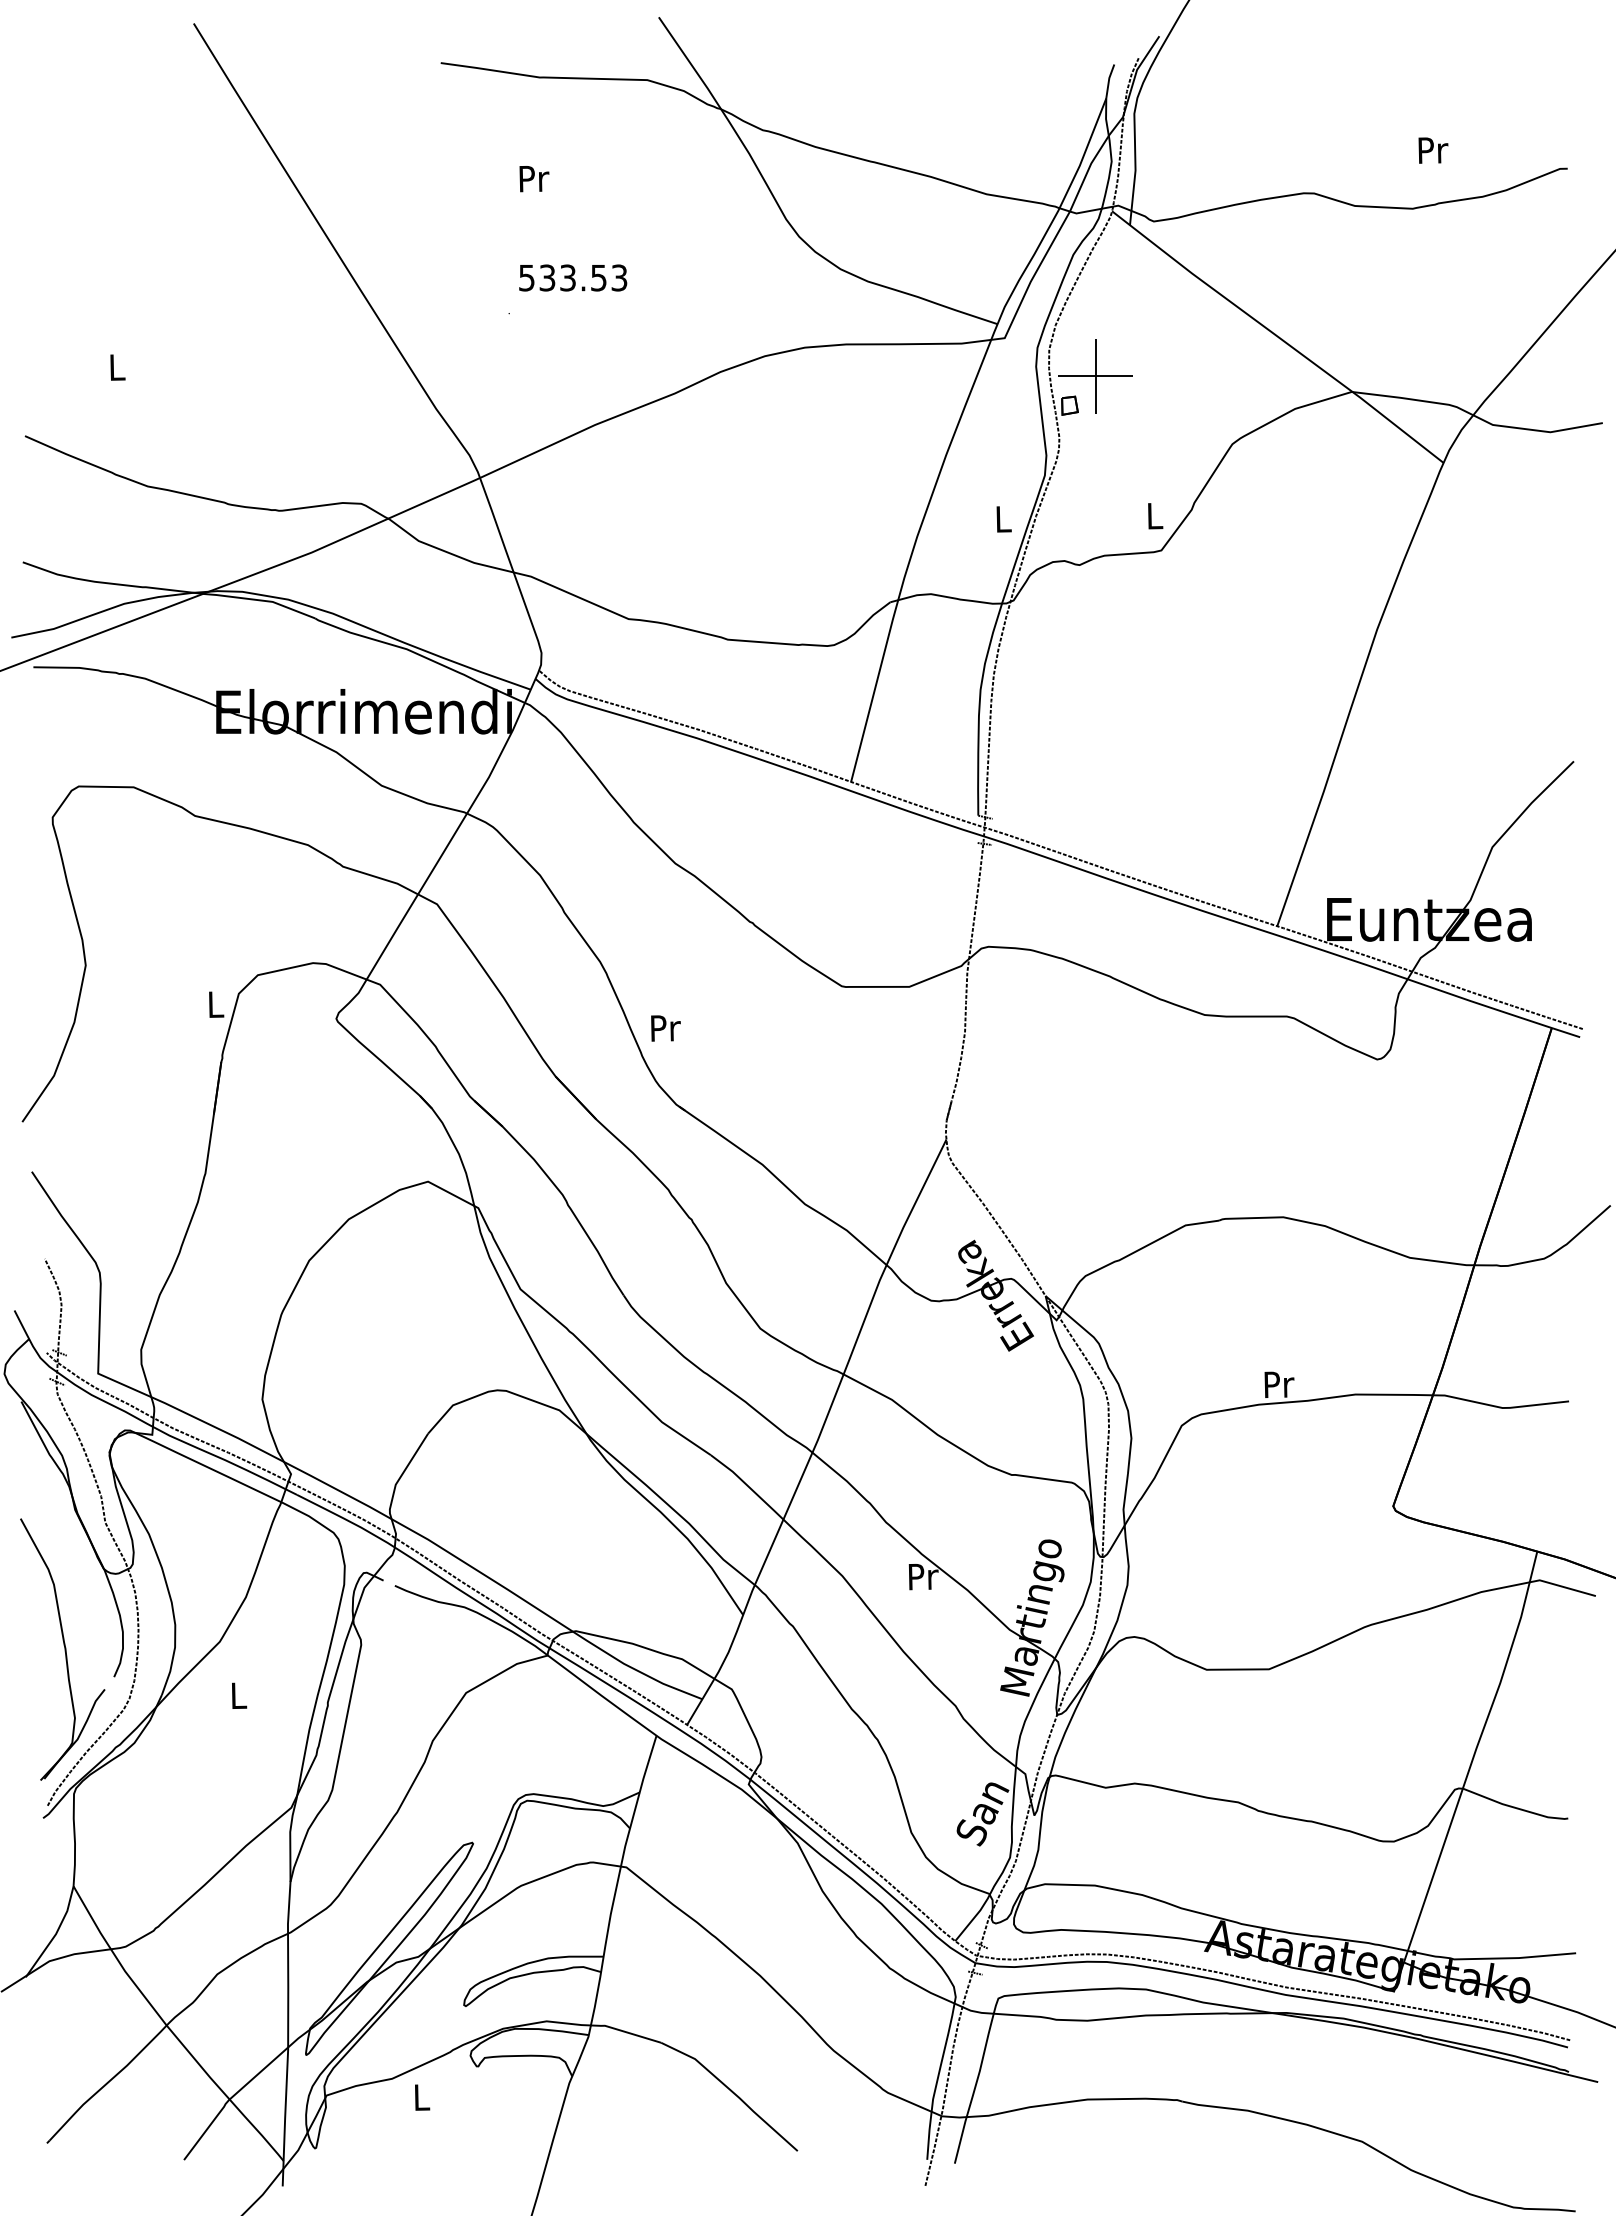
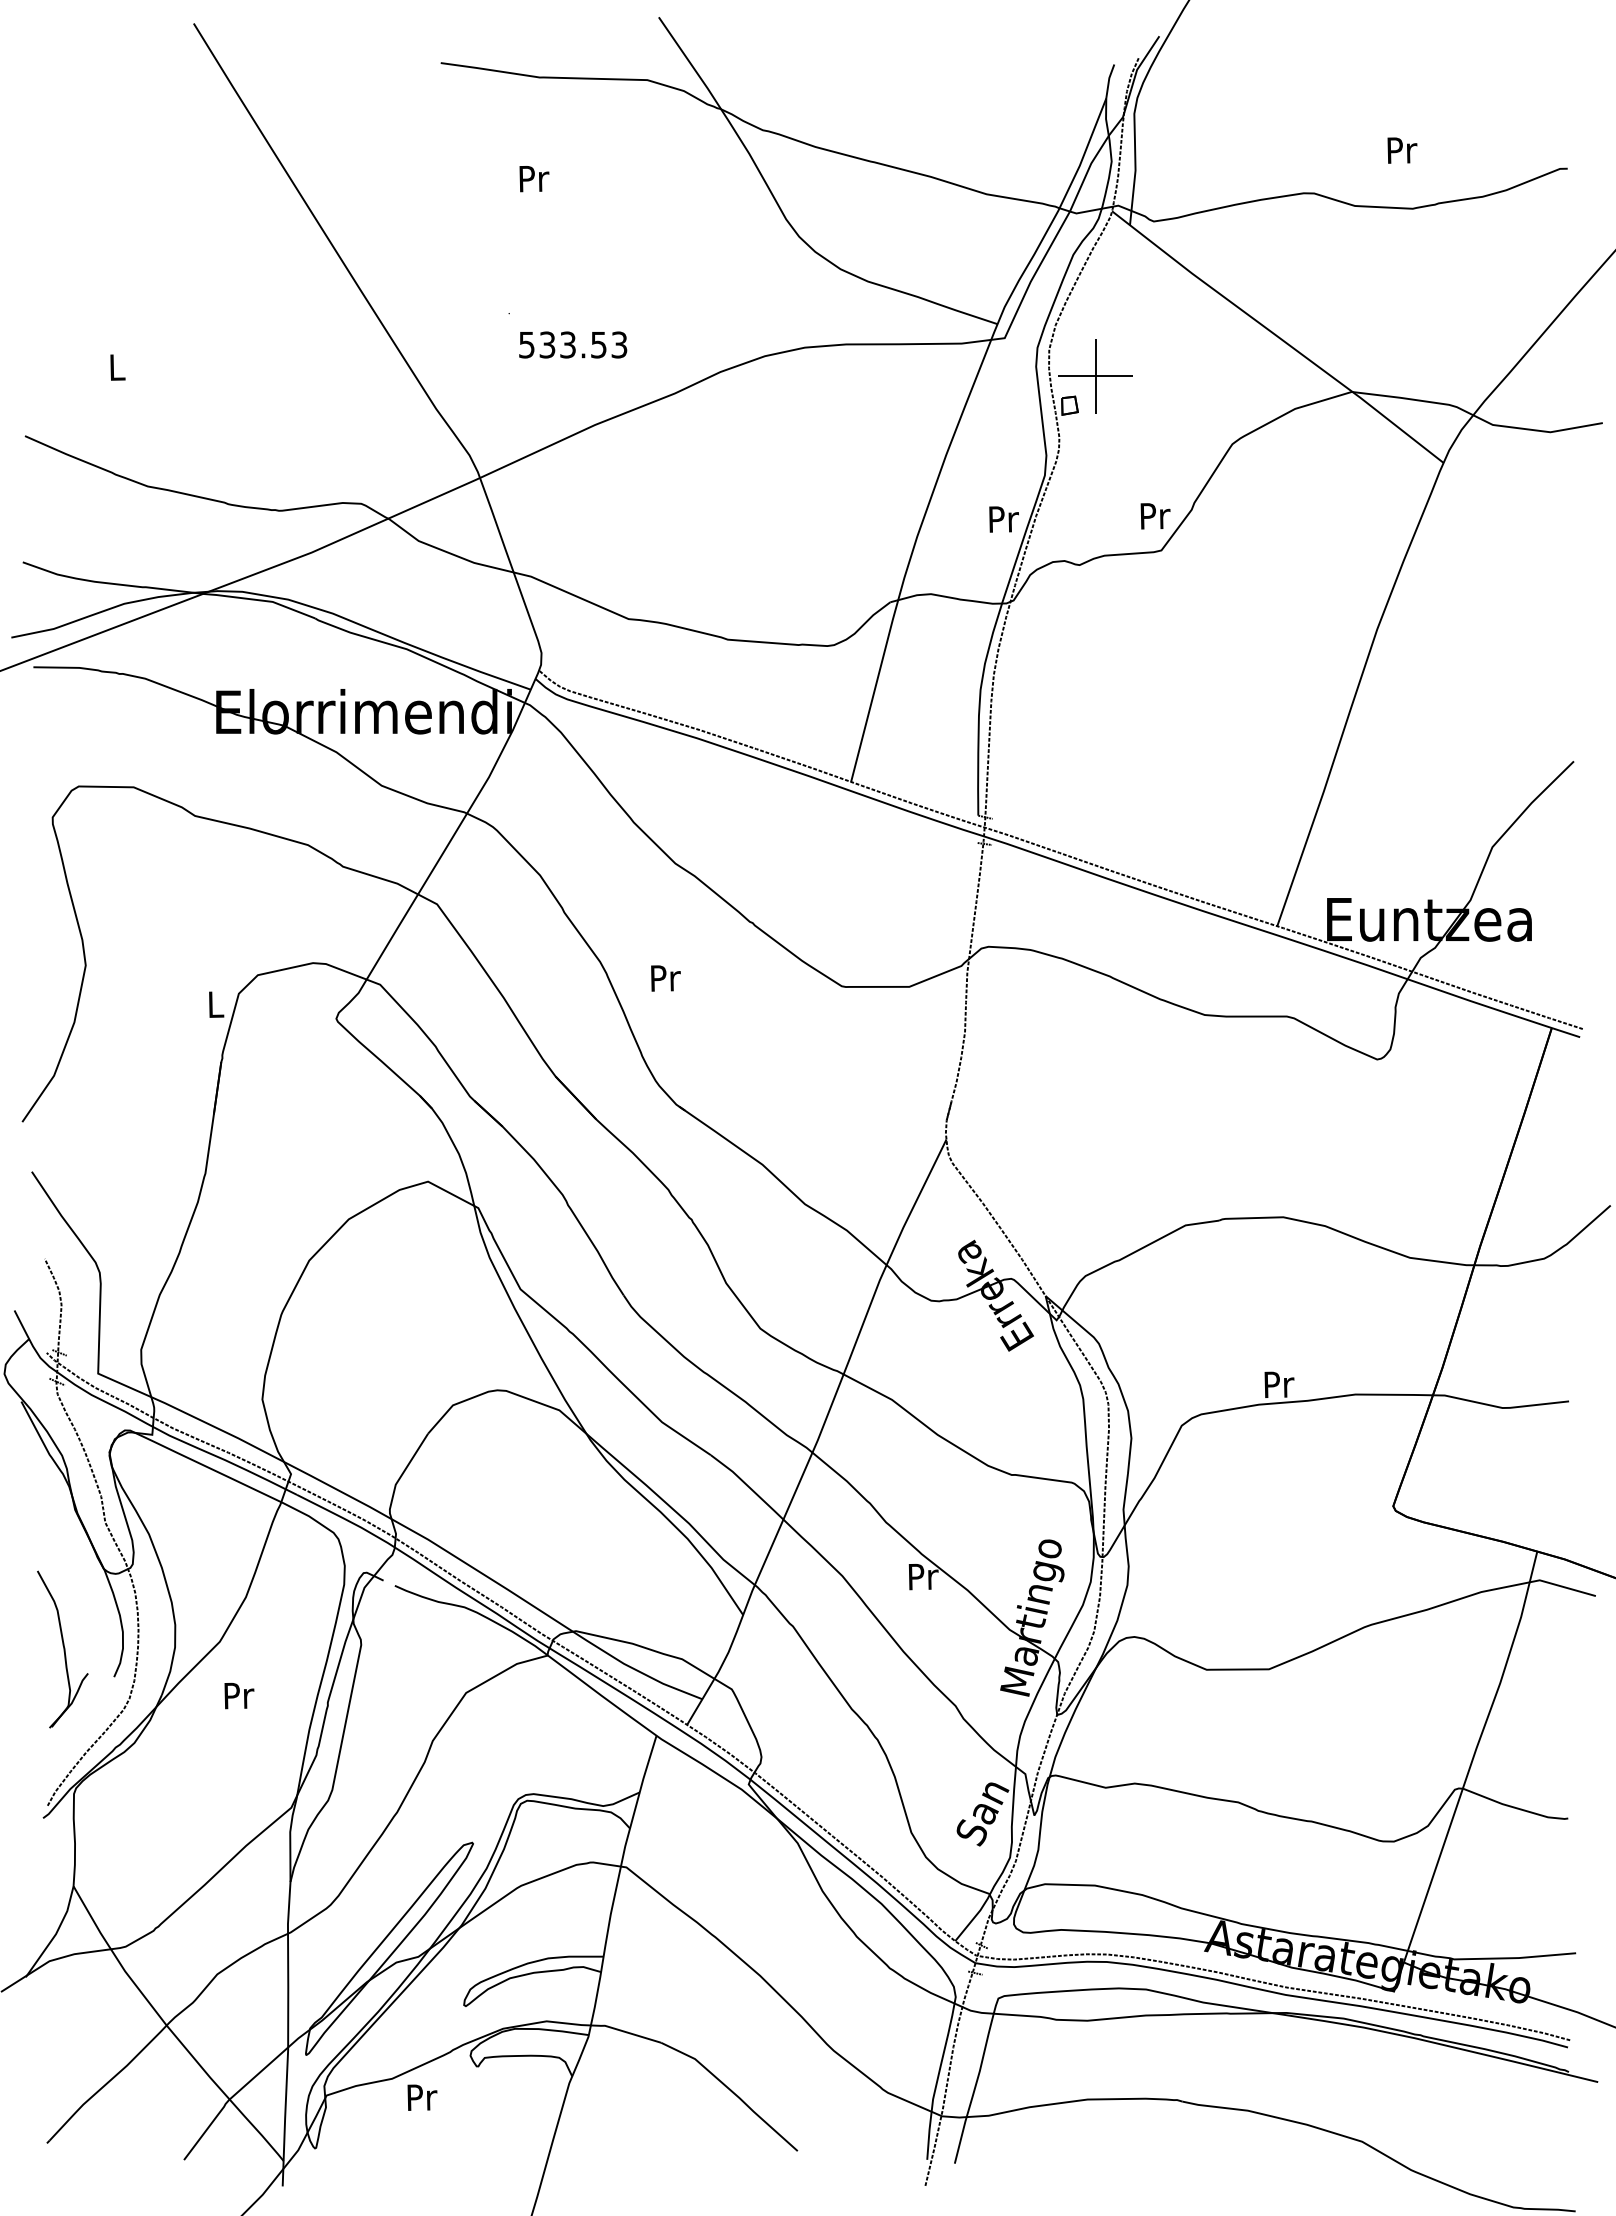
text at (1433, 150) position: (1433, 150) -> (1402, 150)
text at (573, 277) position: (573, 277) -> (573, 344)
text at (1155, 516): L -> Pr
text at (1003, 519): L -> Pr
text at (665, 1028) position: (665, 1028) -> (665, 978)
part at (62, 1649) size: 86x263 px -> 52x159 px
text at (239, 1695): L -> Pr
text at (422, 2097): L -> Pr
